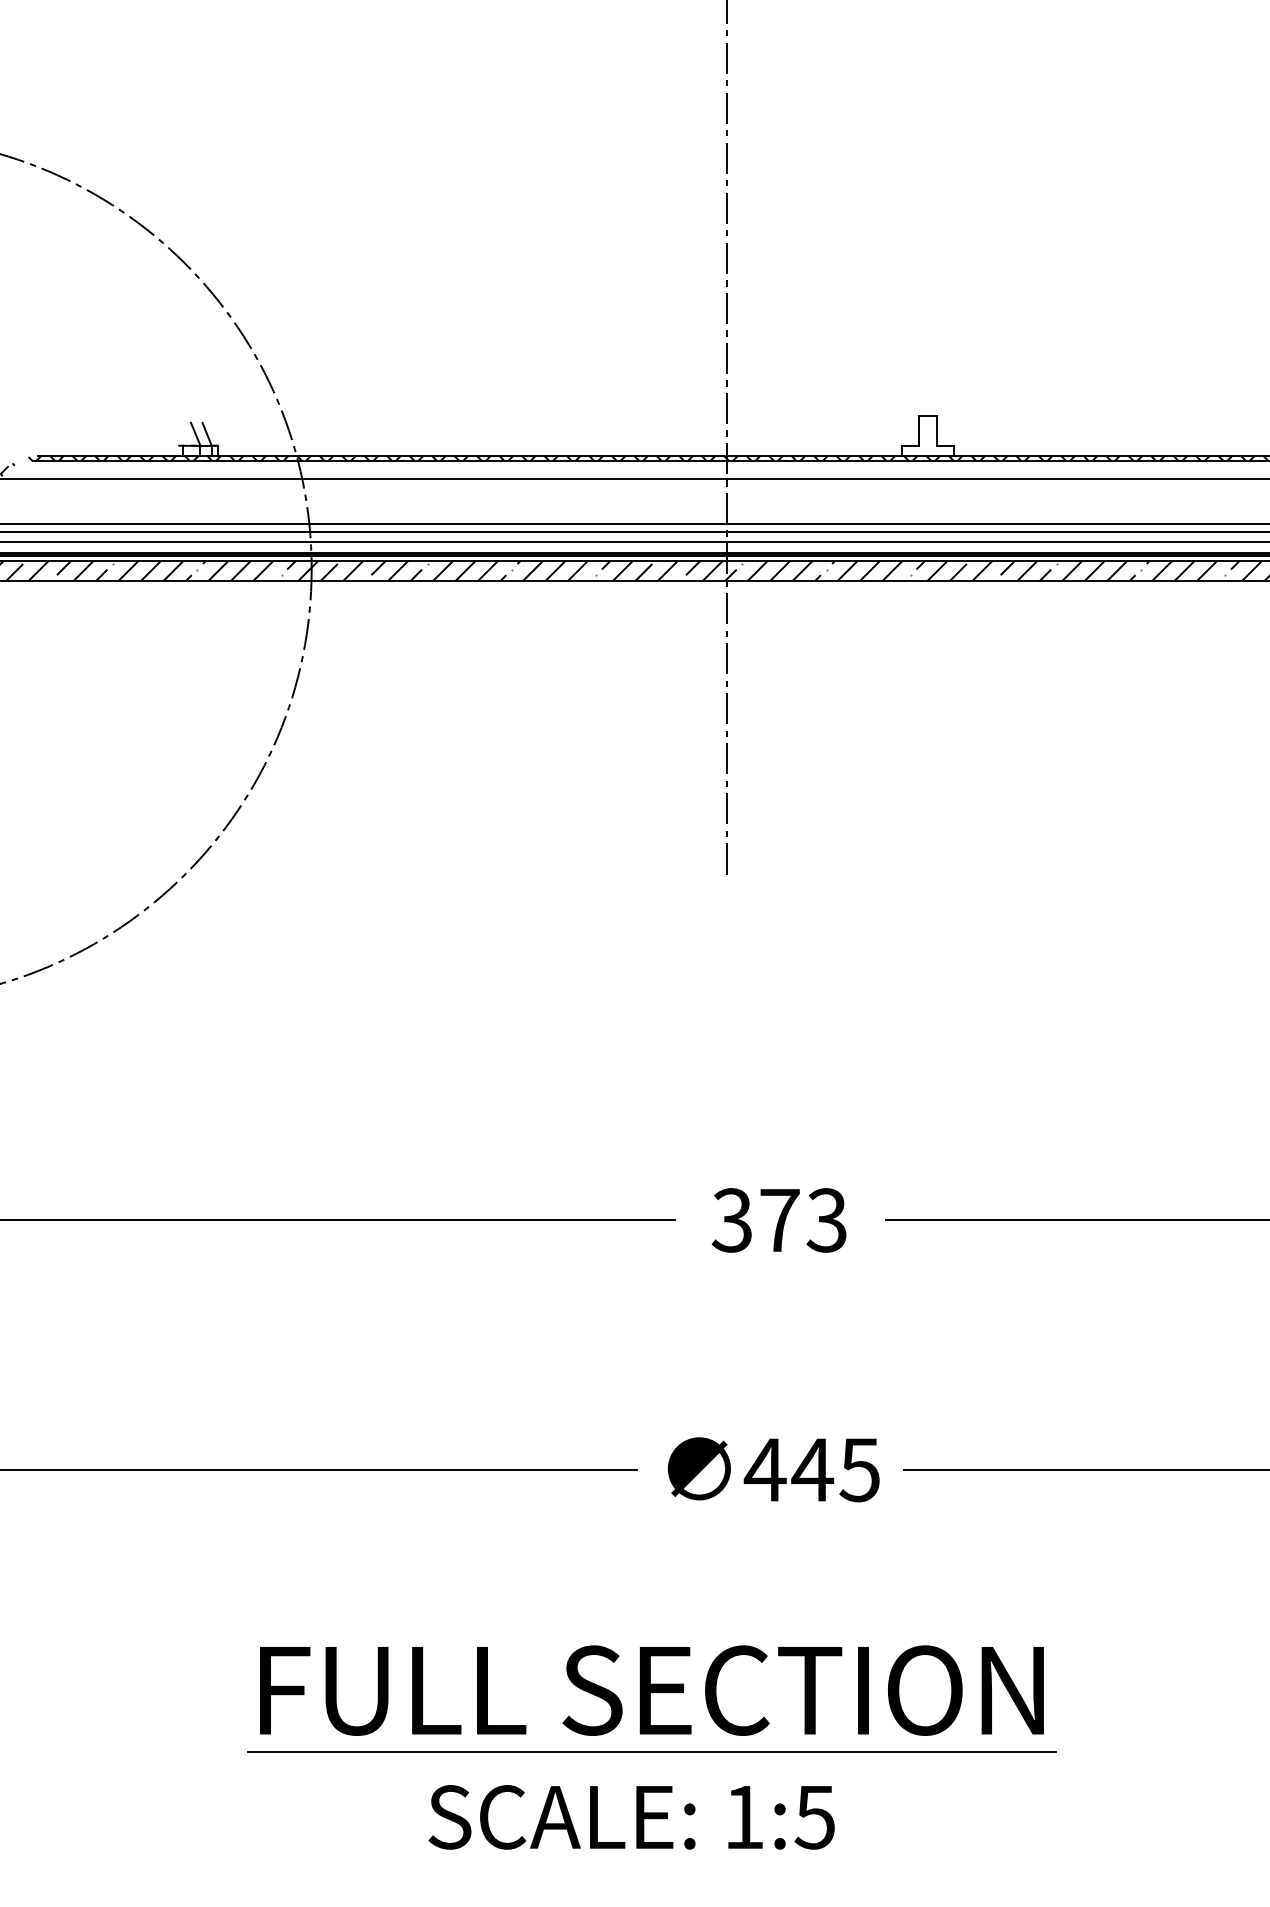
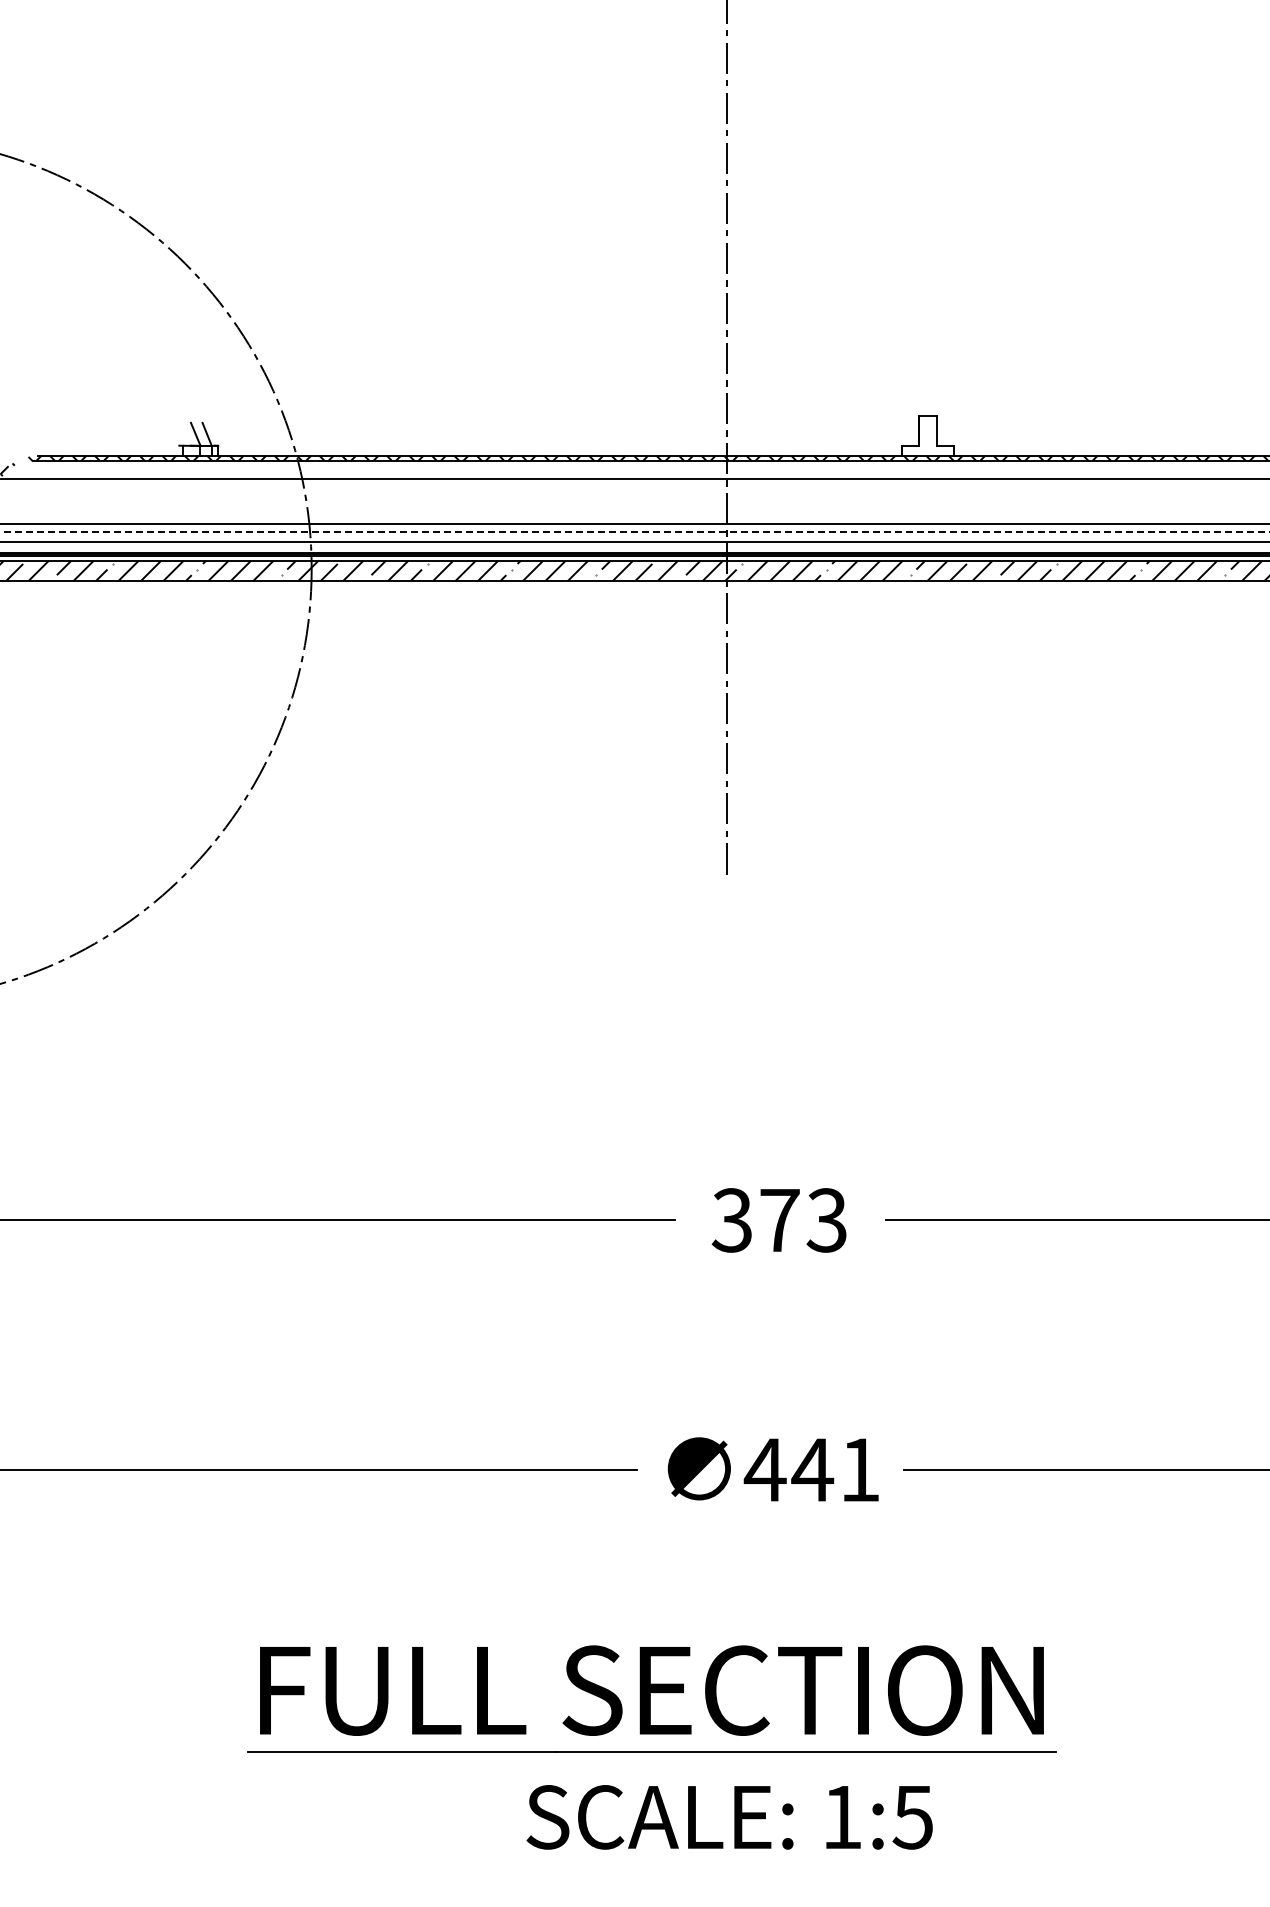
line at (635, 532): solid -> dashed
text at (859, 1470): 445 -> 441
text at (631, 1817) position: (631, 1817) -> (729, 1817)
